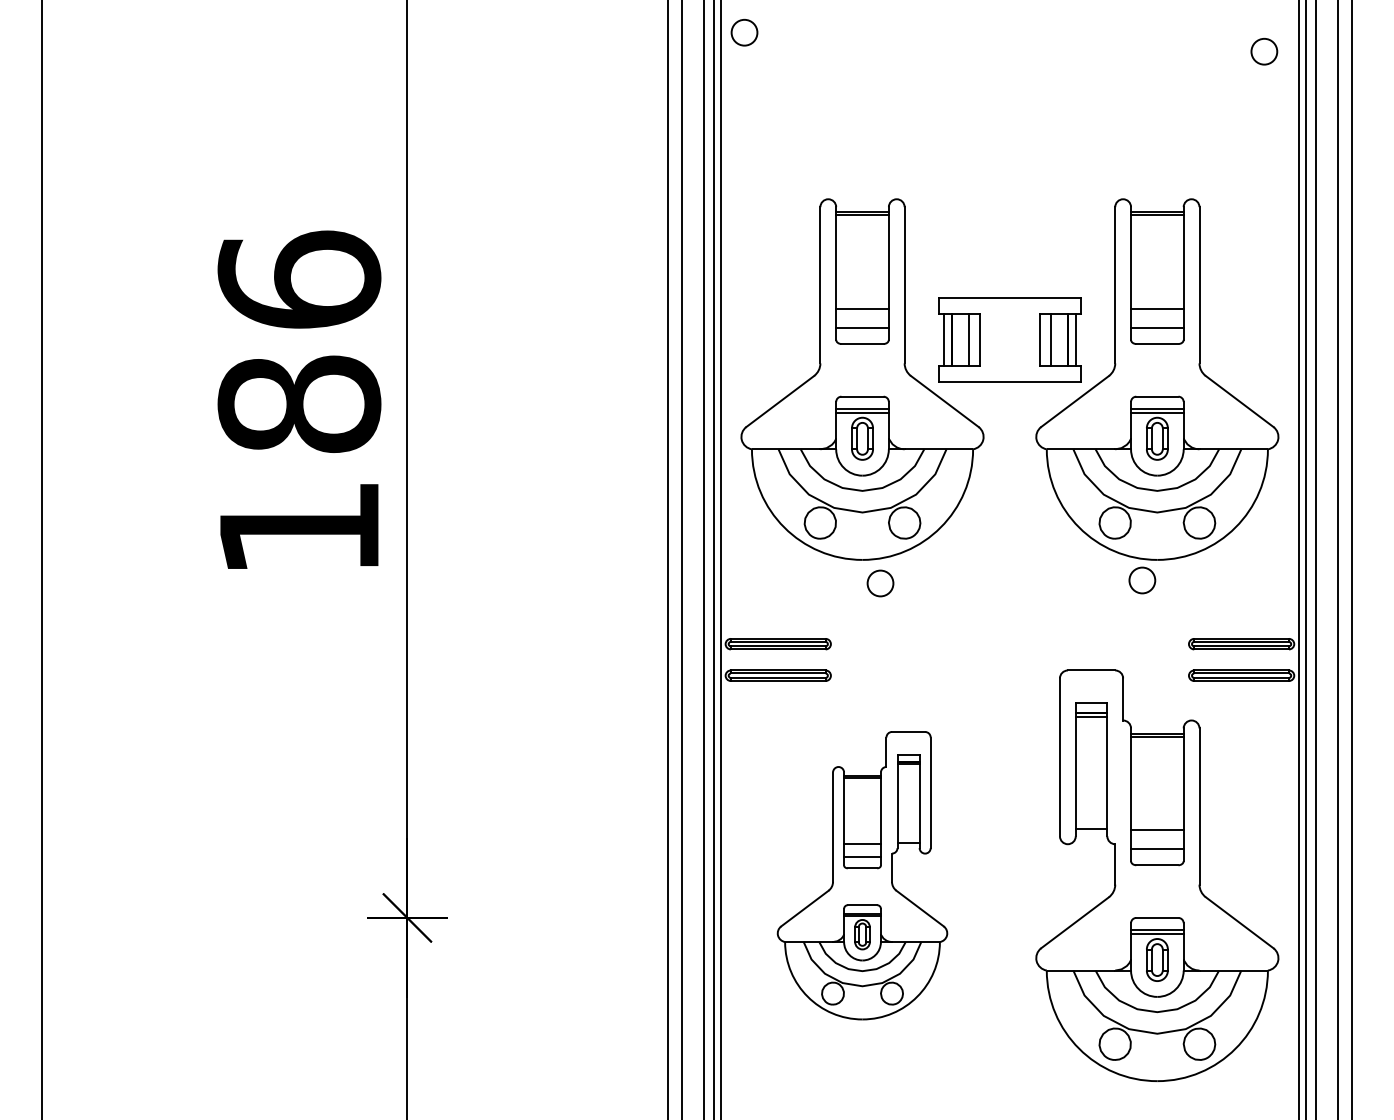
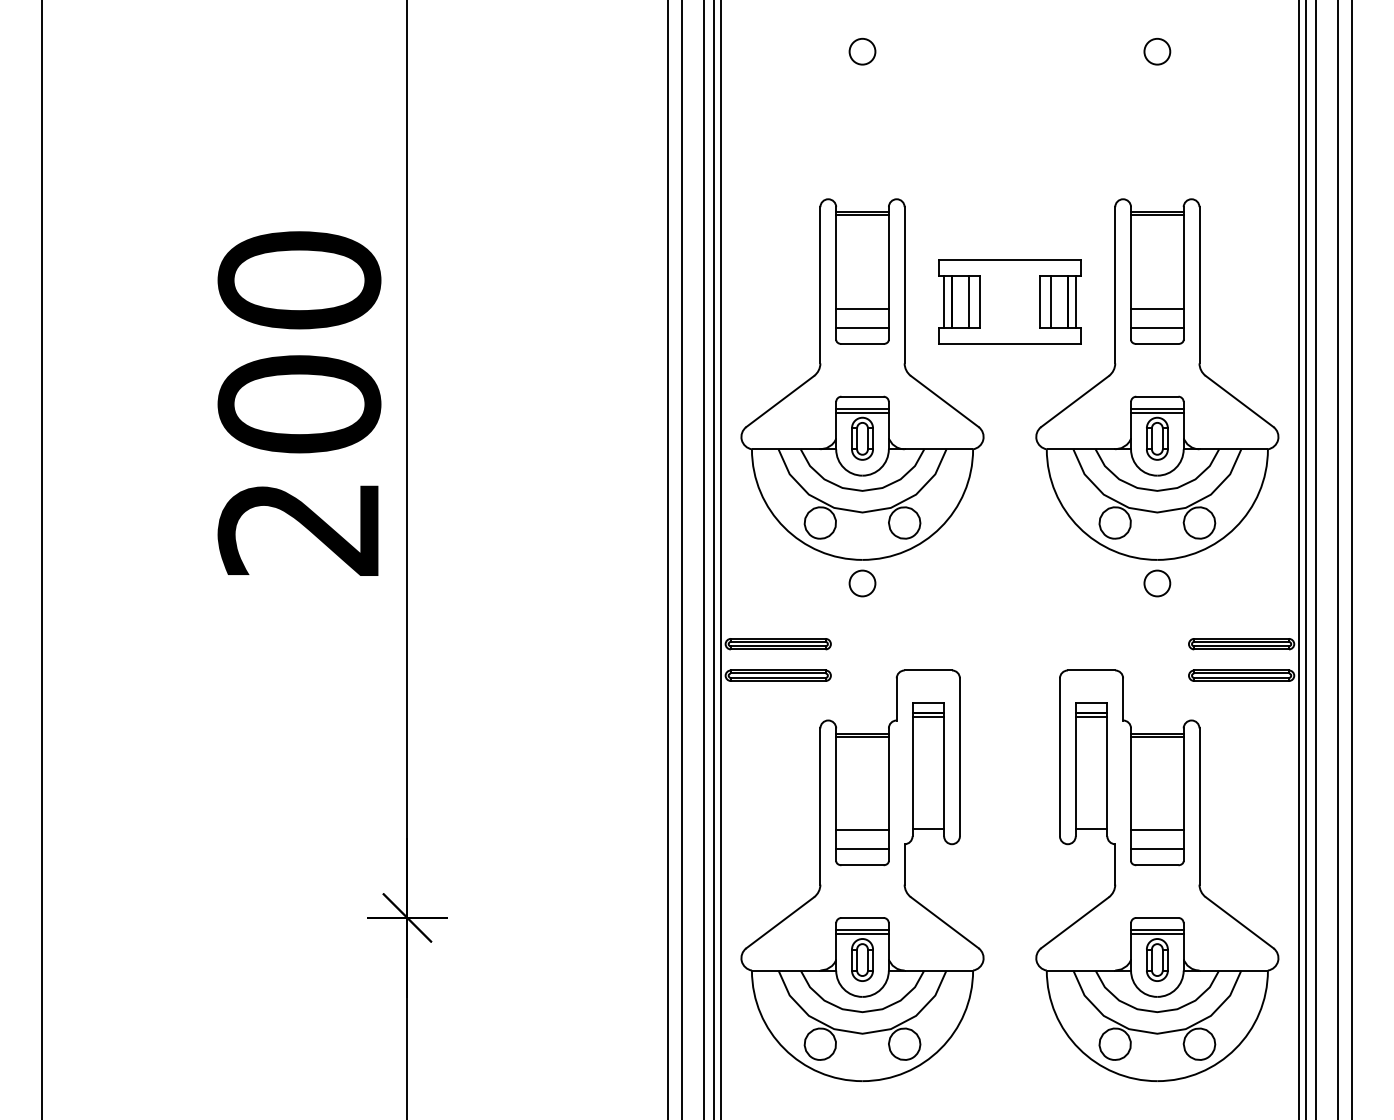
circle at (744, 32) position: (744, 32) -> (862, 51)
circle at (1264, 51) position: (1264, 51) -> (1157, 51)
part at (1009, 339) position: (1009, 339) -> (1009, 301)
text at (299, 402): 186 -> 200
circle at (1142, 580) position: (1142, 580) -> (1157, 583)
circle at (880, 583) position: (880, 583) -> (862, 583)
part at (862, 875) size: 173x290 px -> 245x413 px
